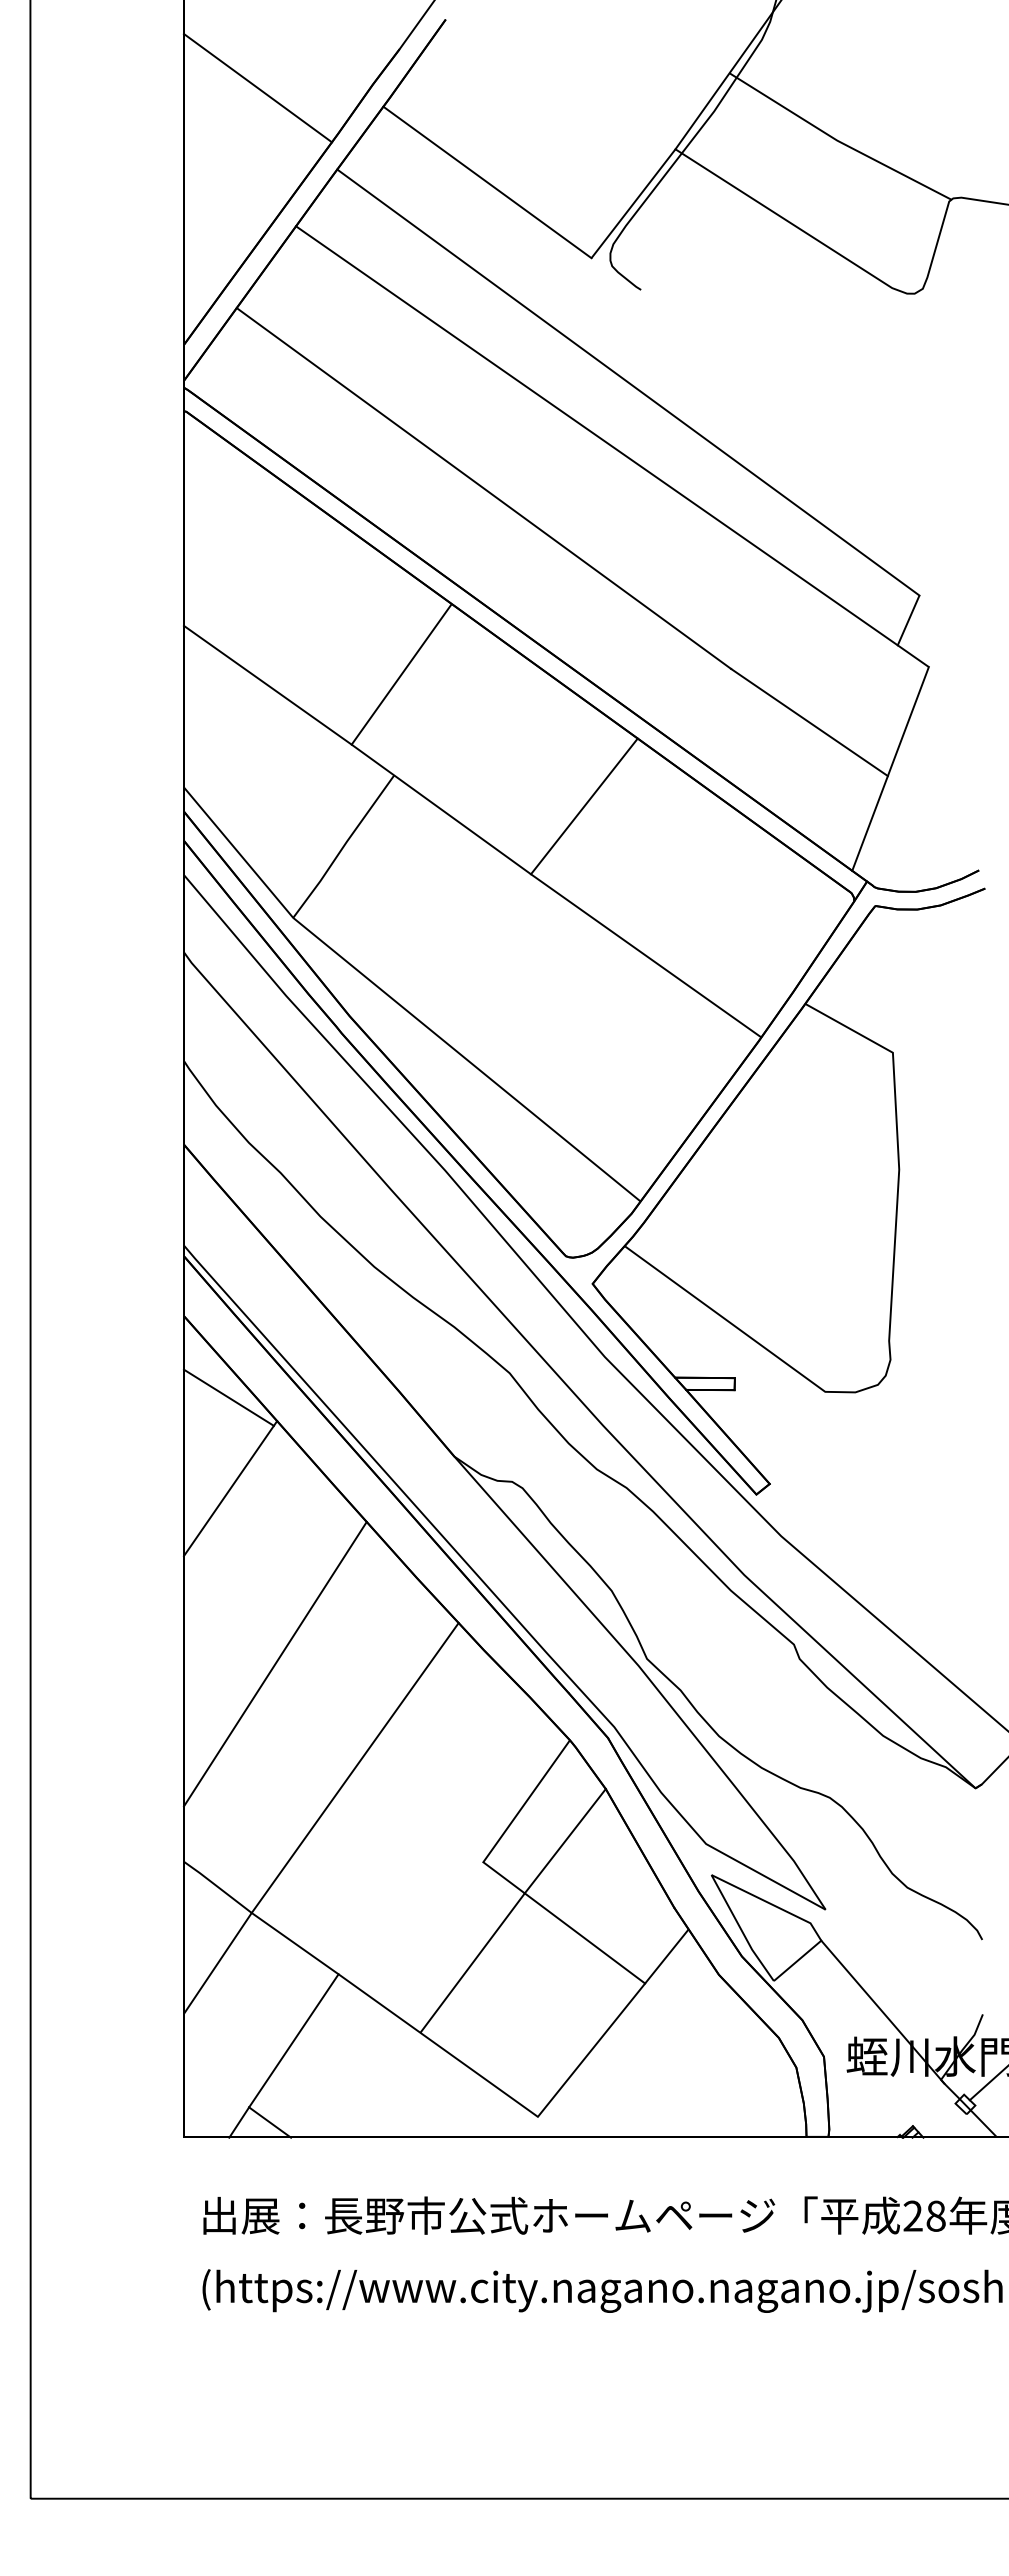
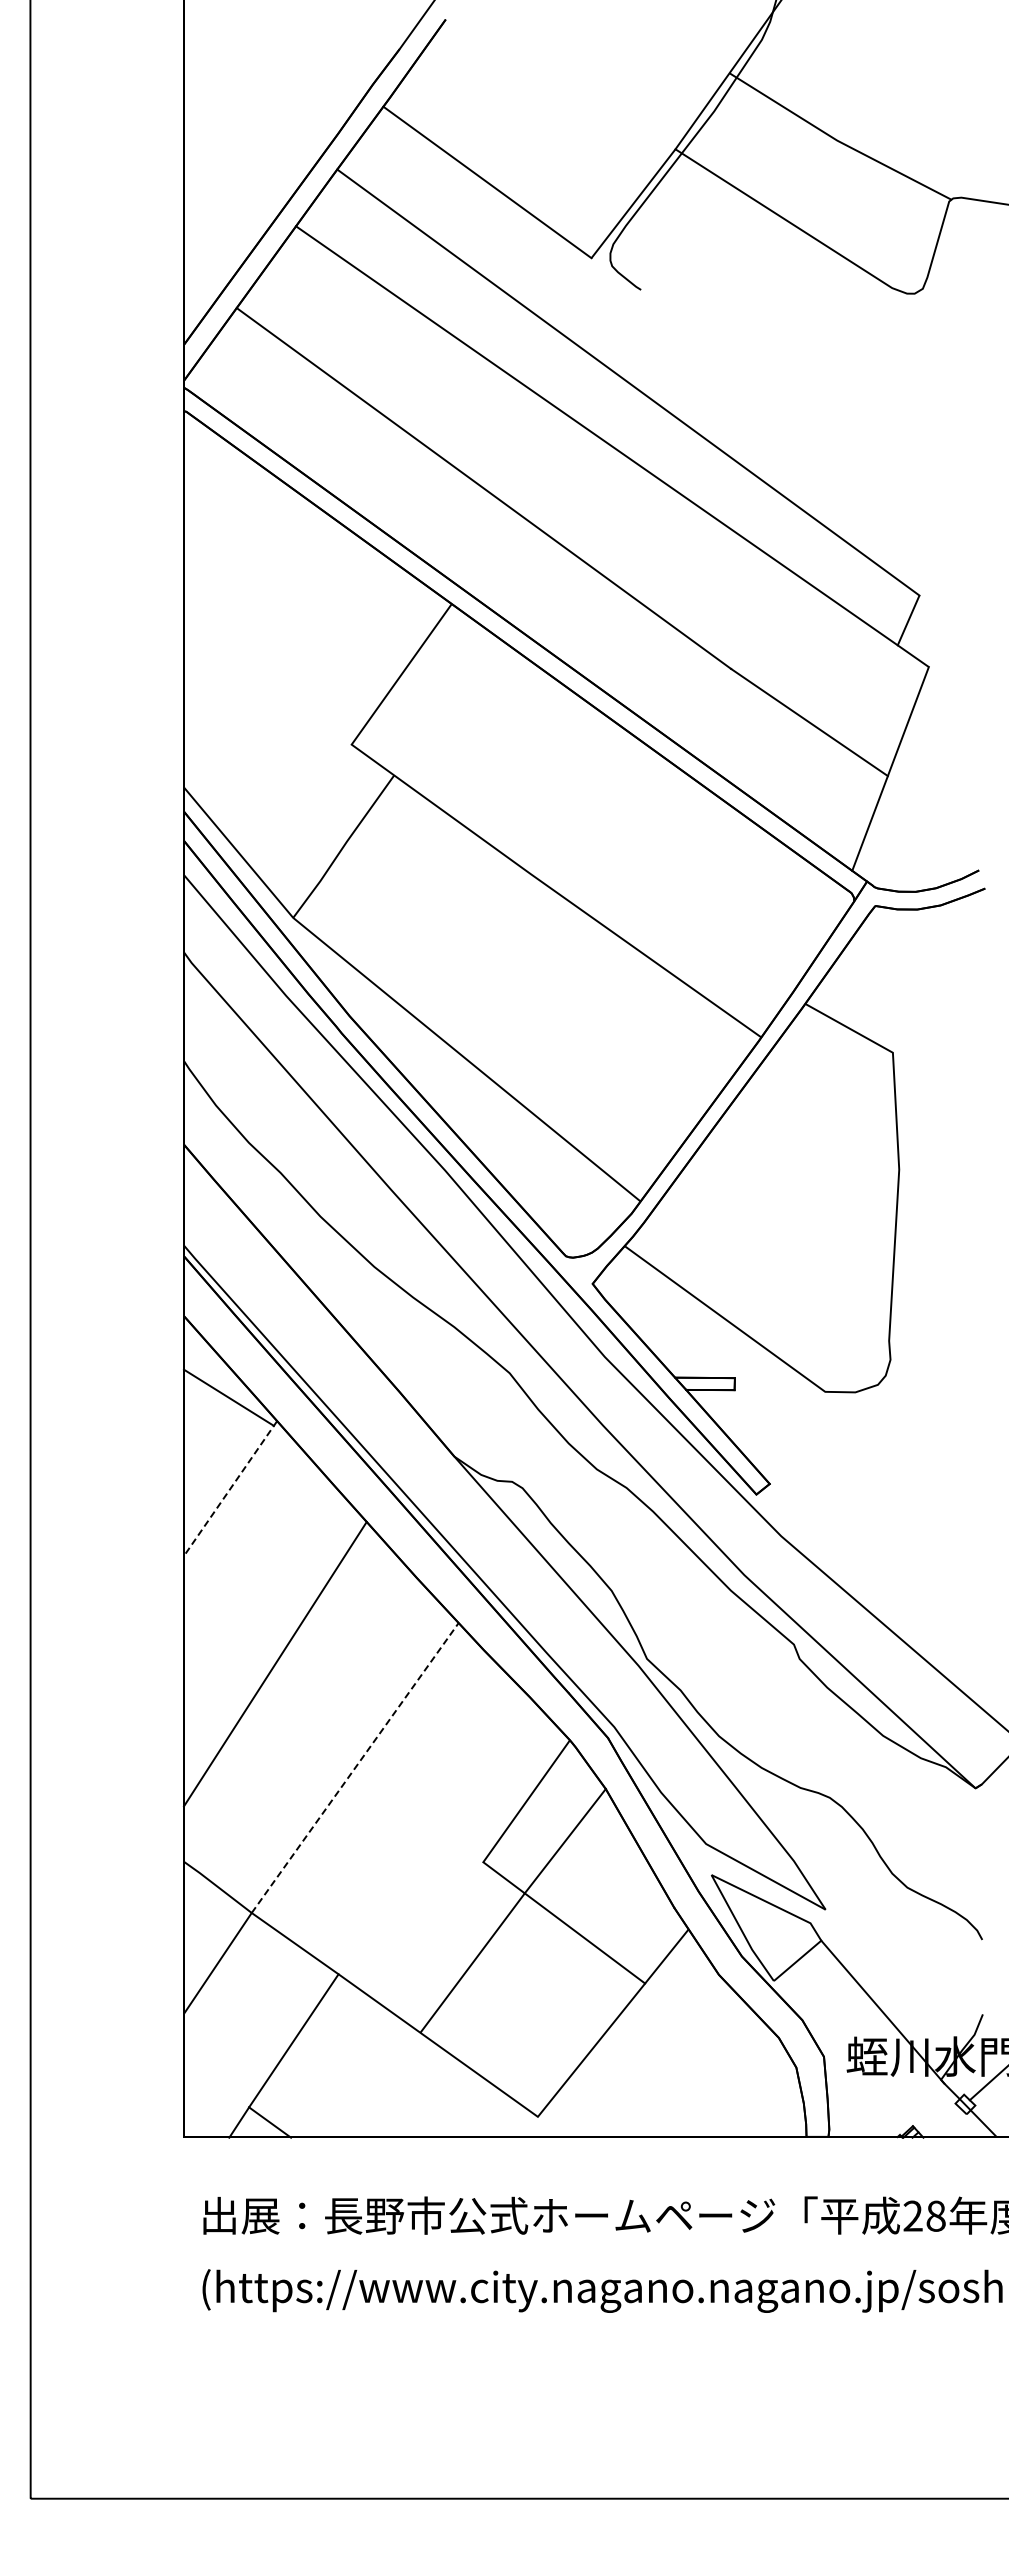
line at (257, 88): present -> none
line at (267, 684): present -> none
line at (583, 806): present -> none
line at (230, 1488): solid -> dashed
line at (355, 1767): solid -> dashed
